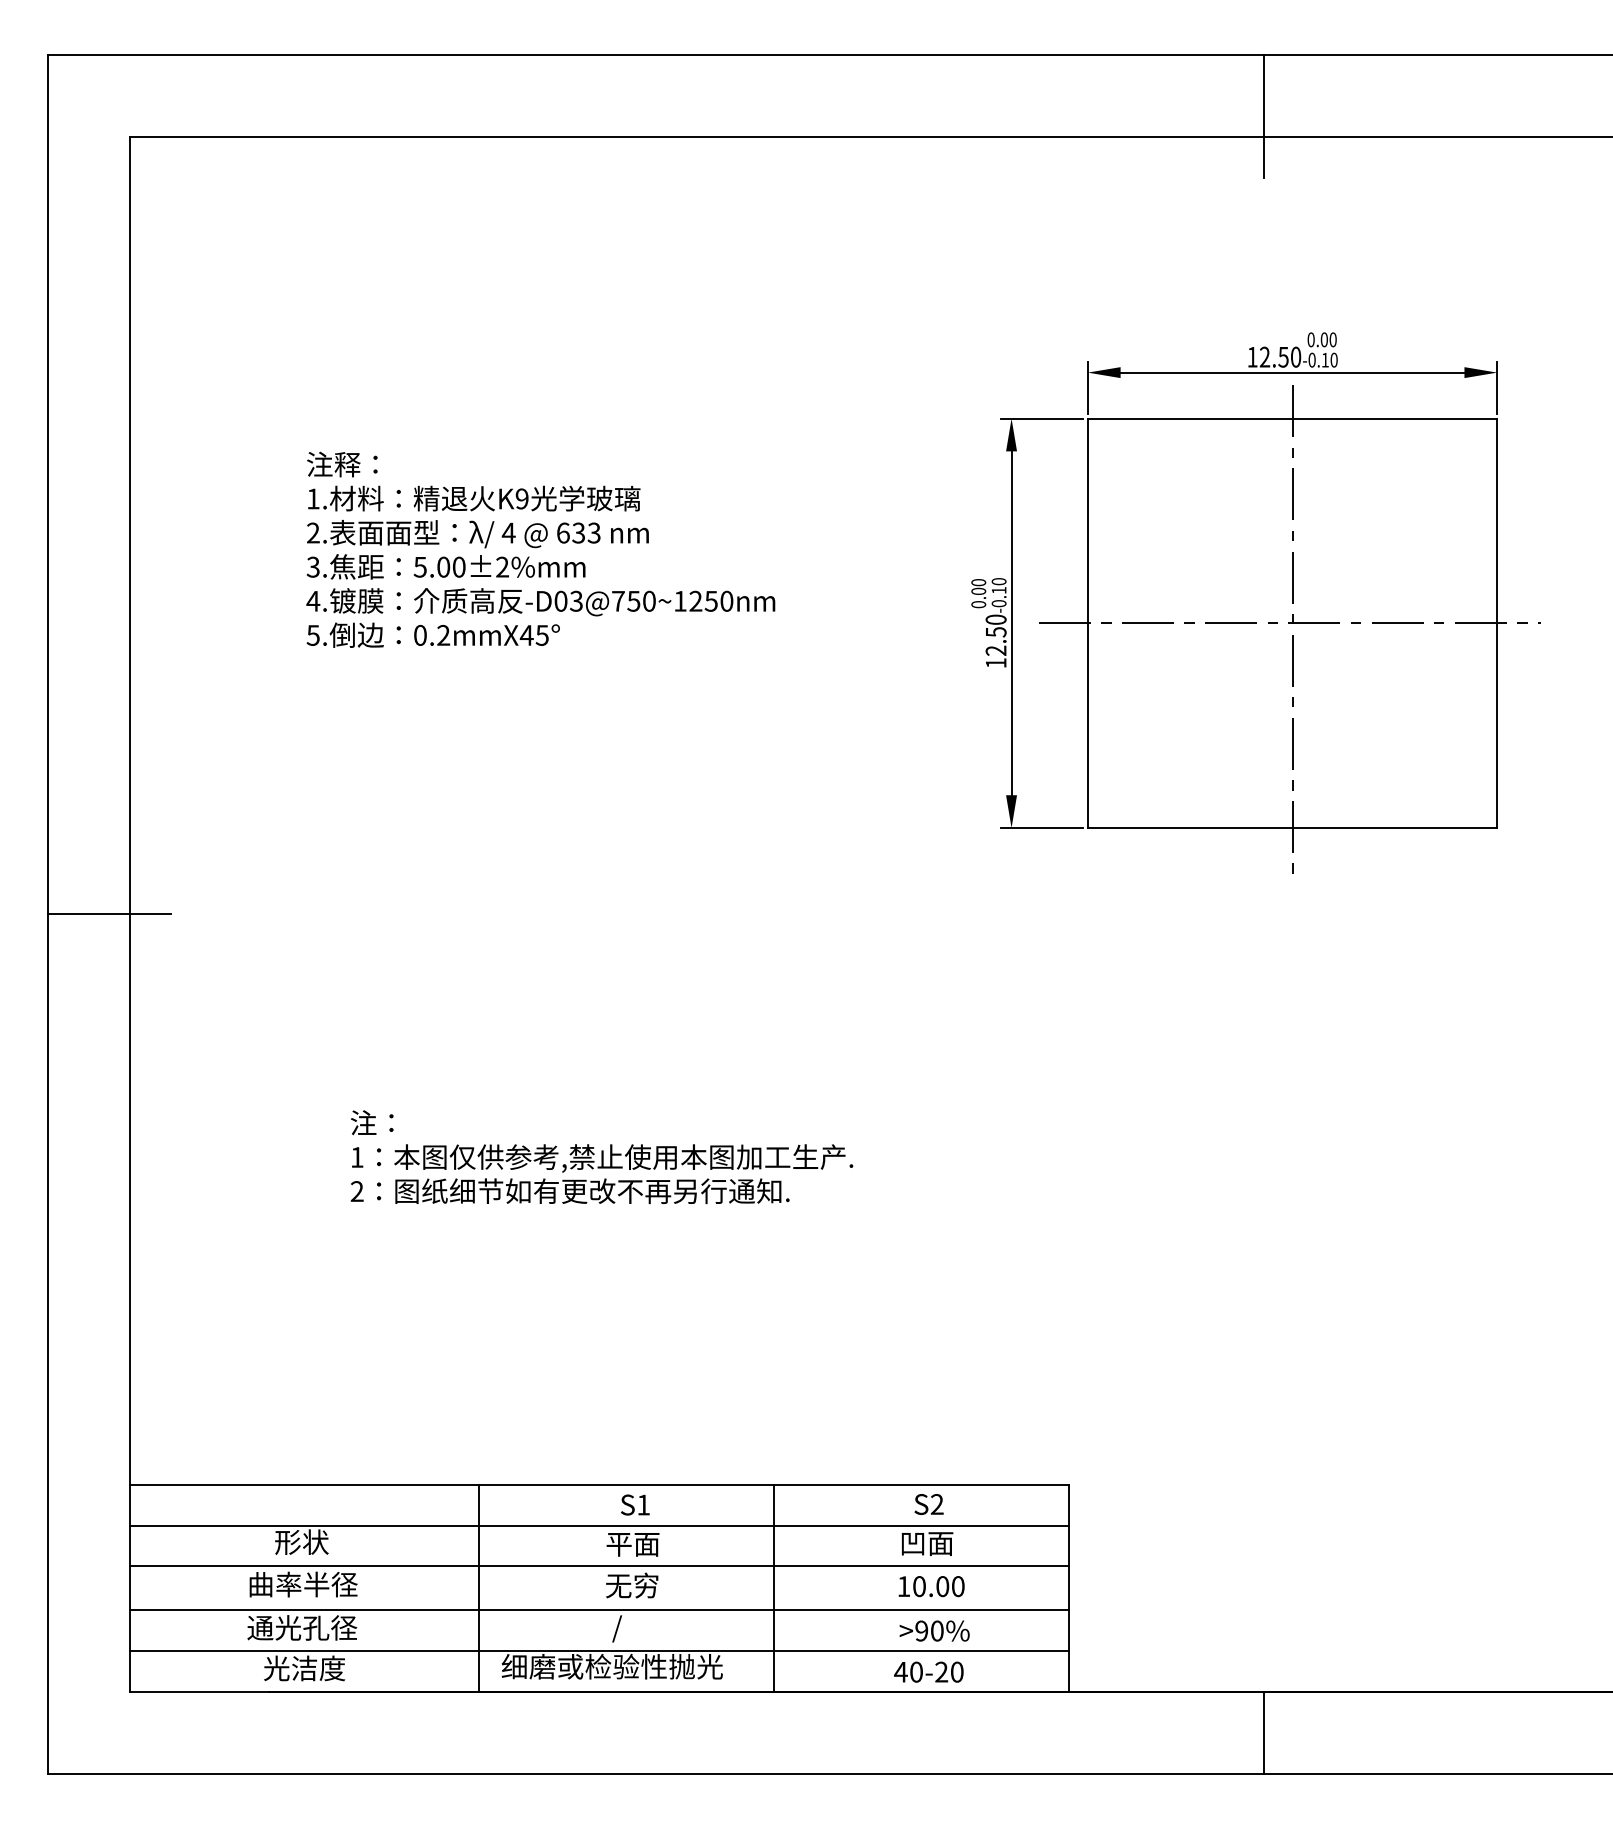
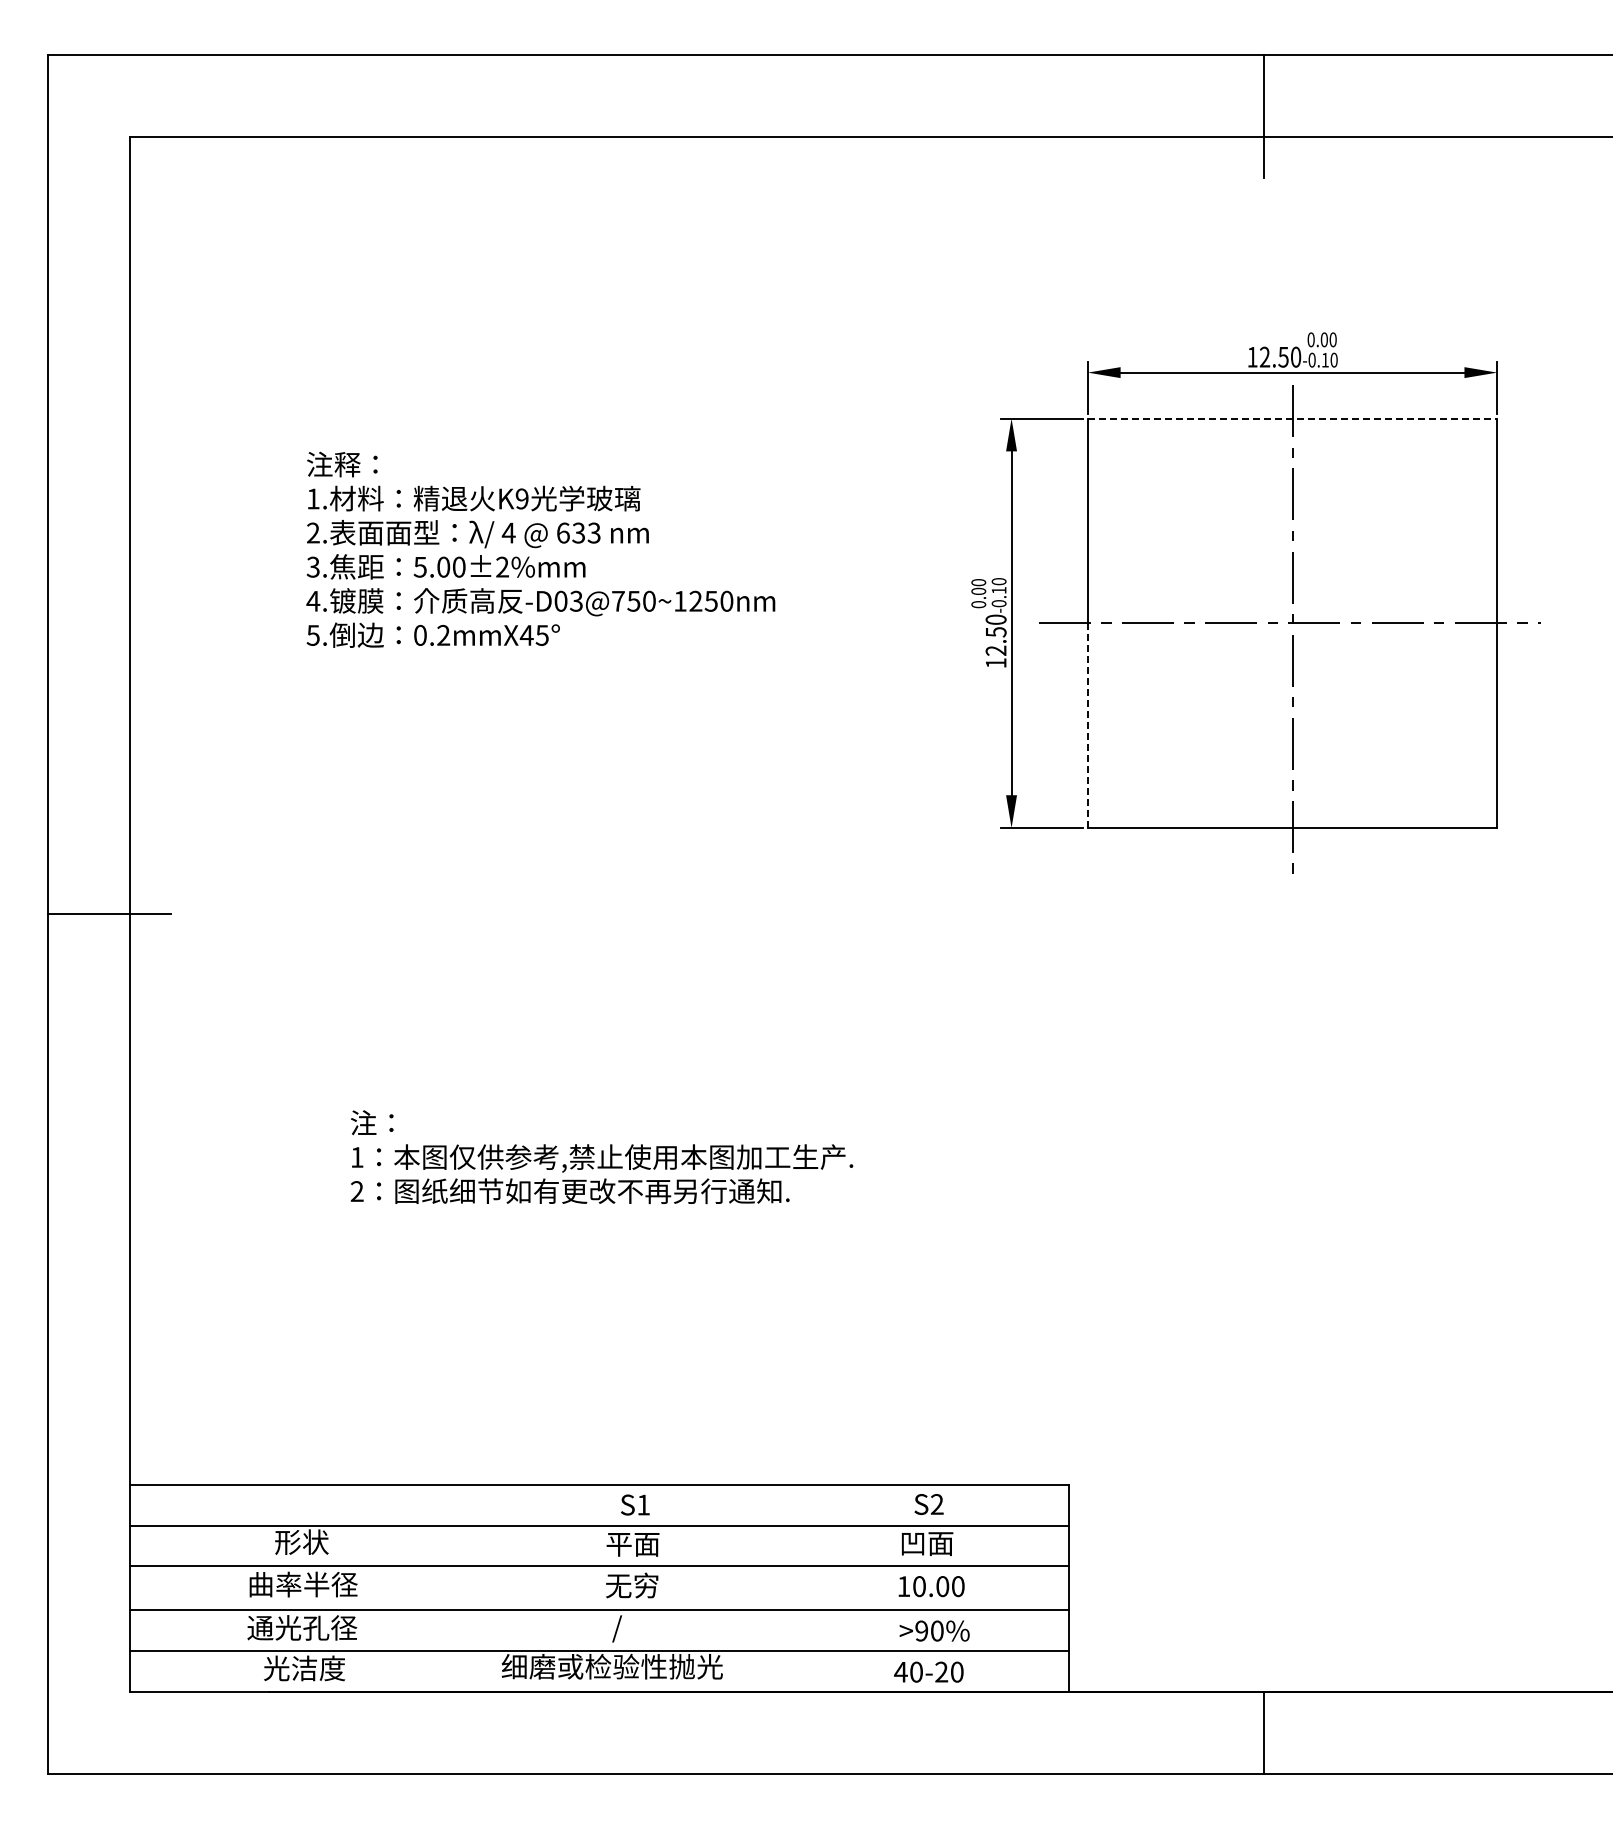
line at (1292, 418): solid -> dashed
line at (1087, 725): solid -> dashed
line at (479, 1588): present -> none
line at (773, 1588): present -> none
